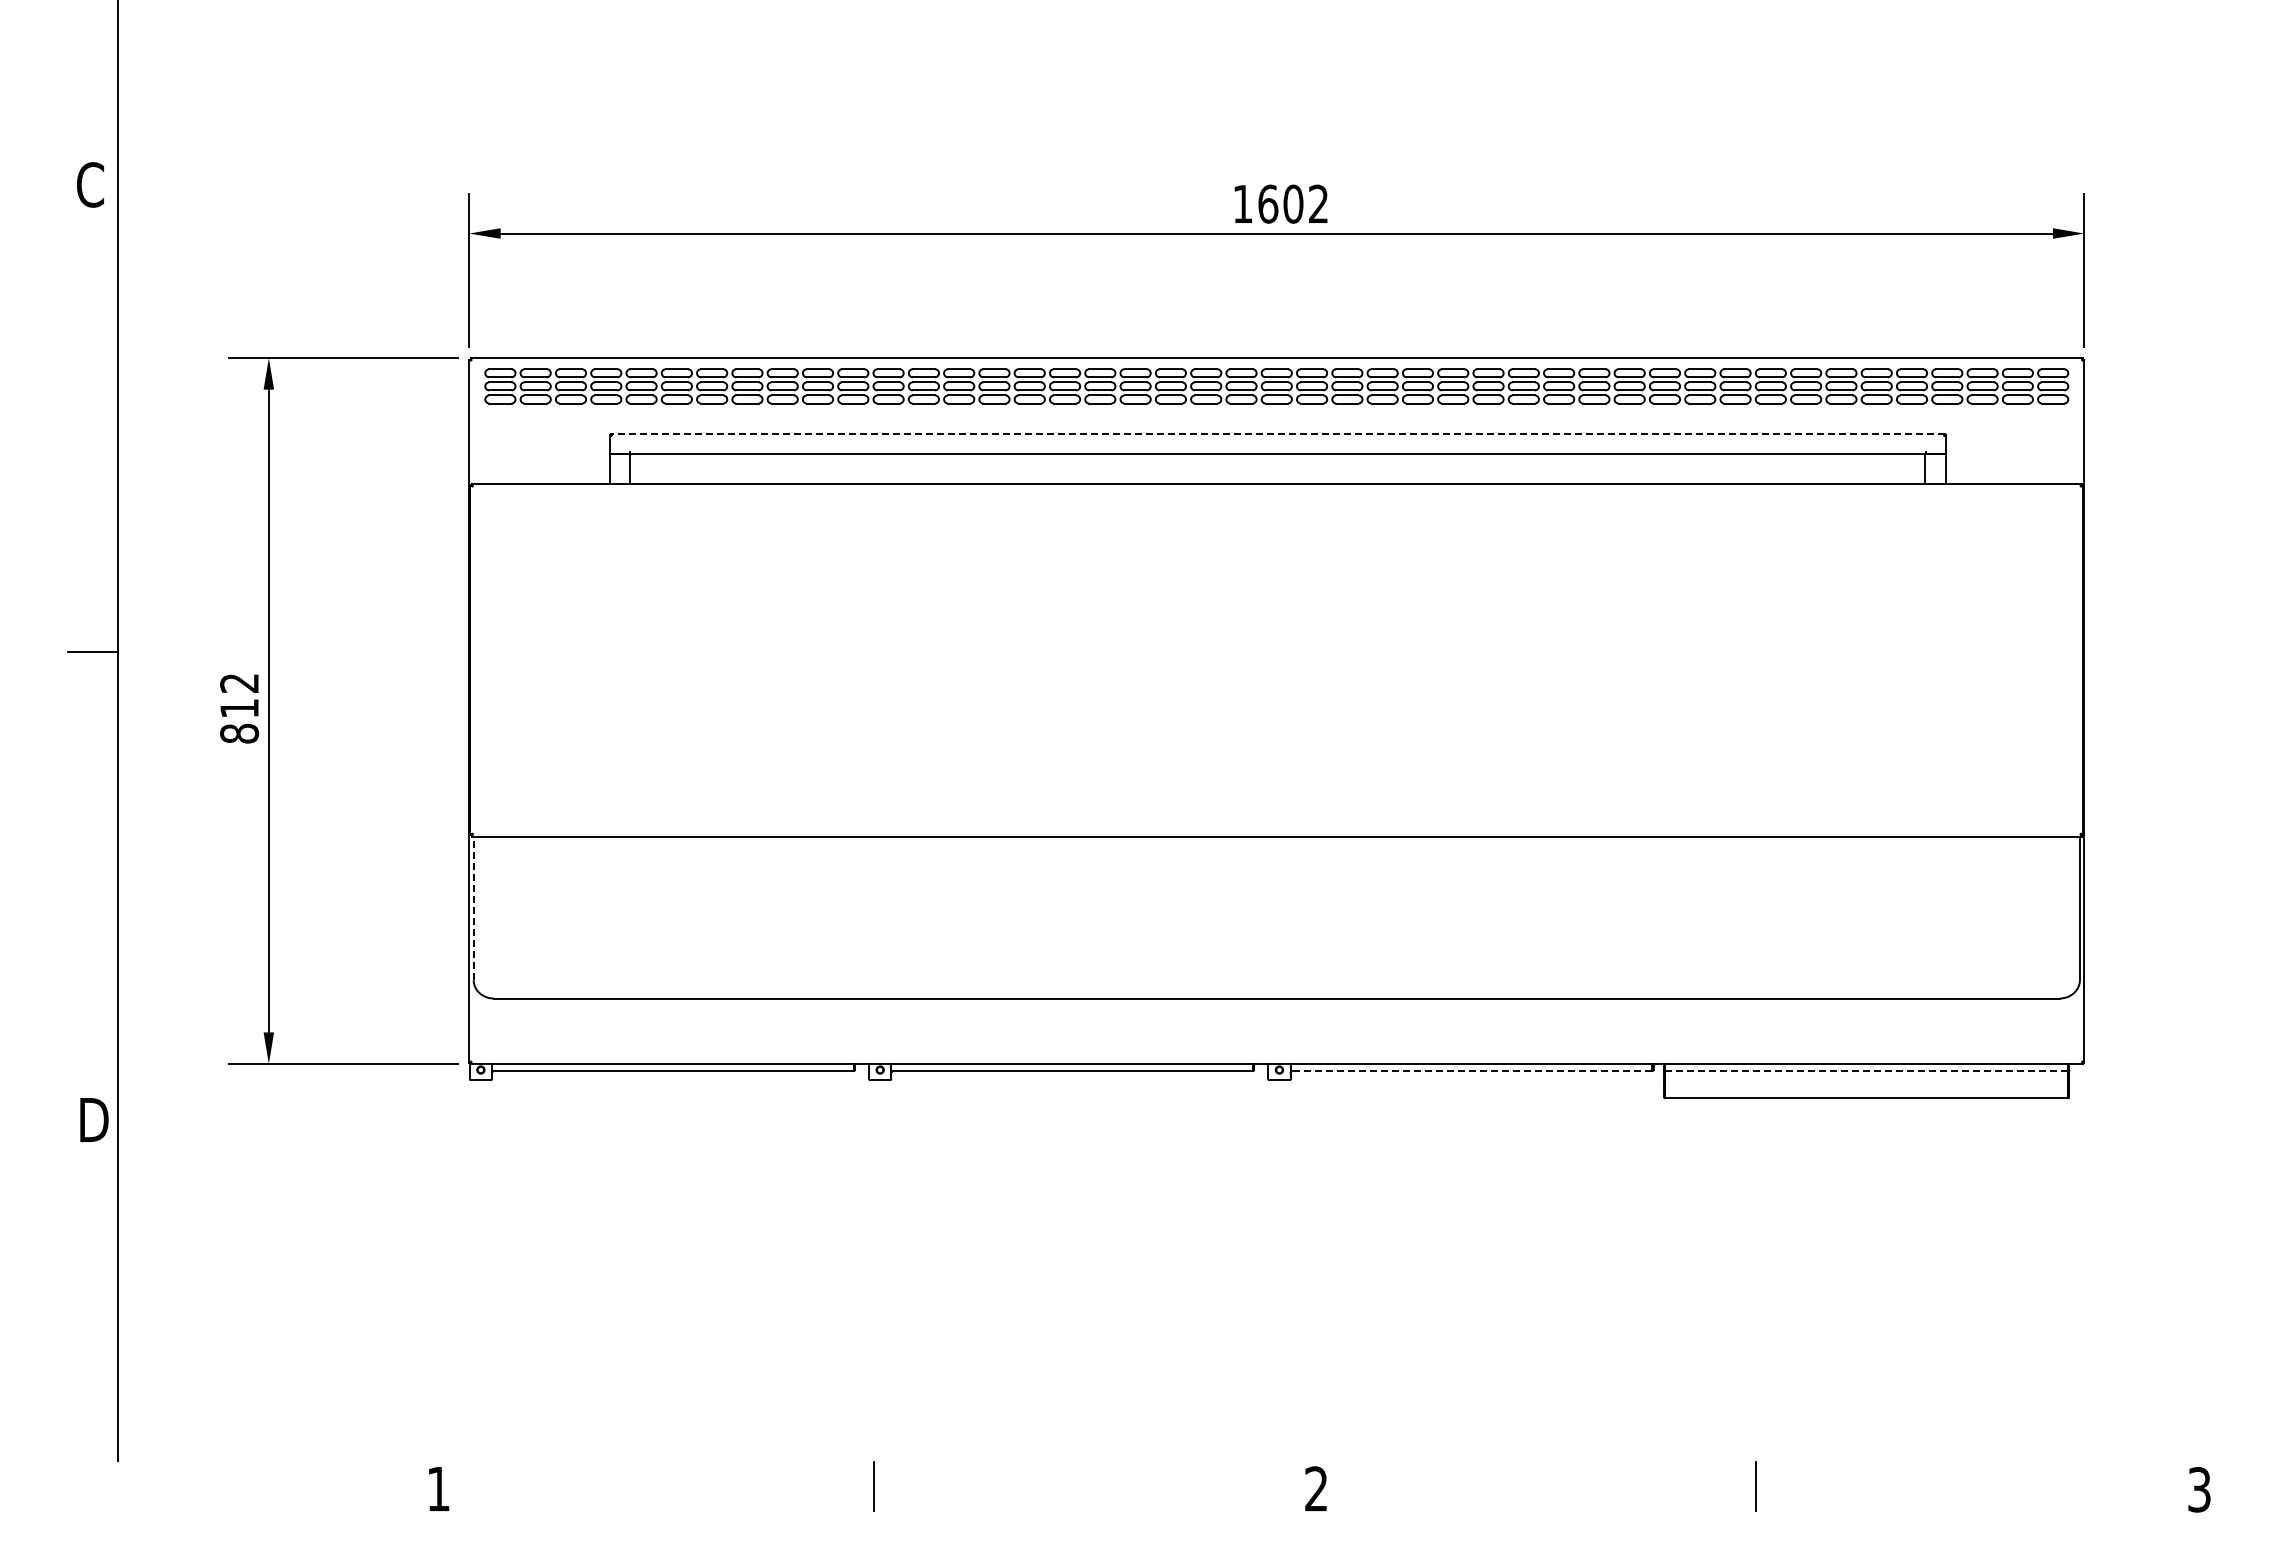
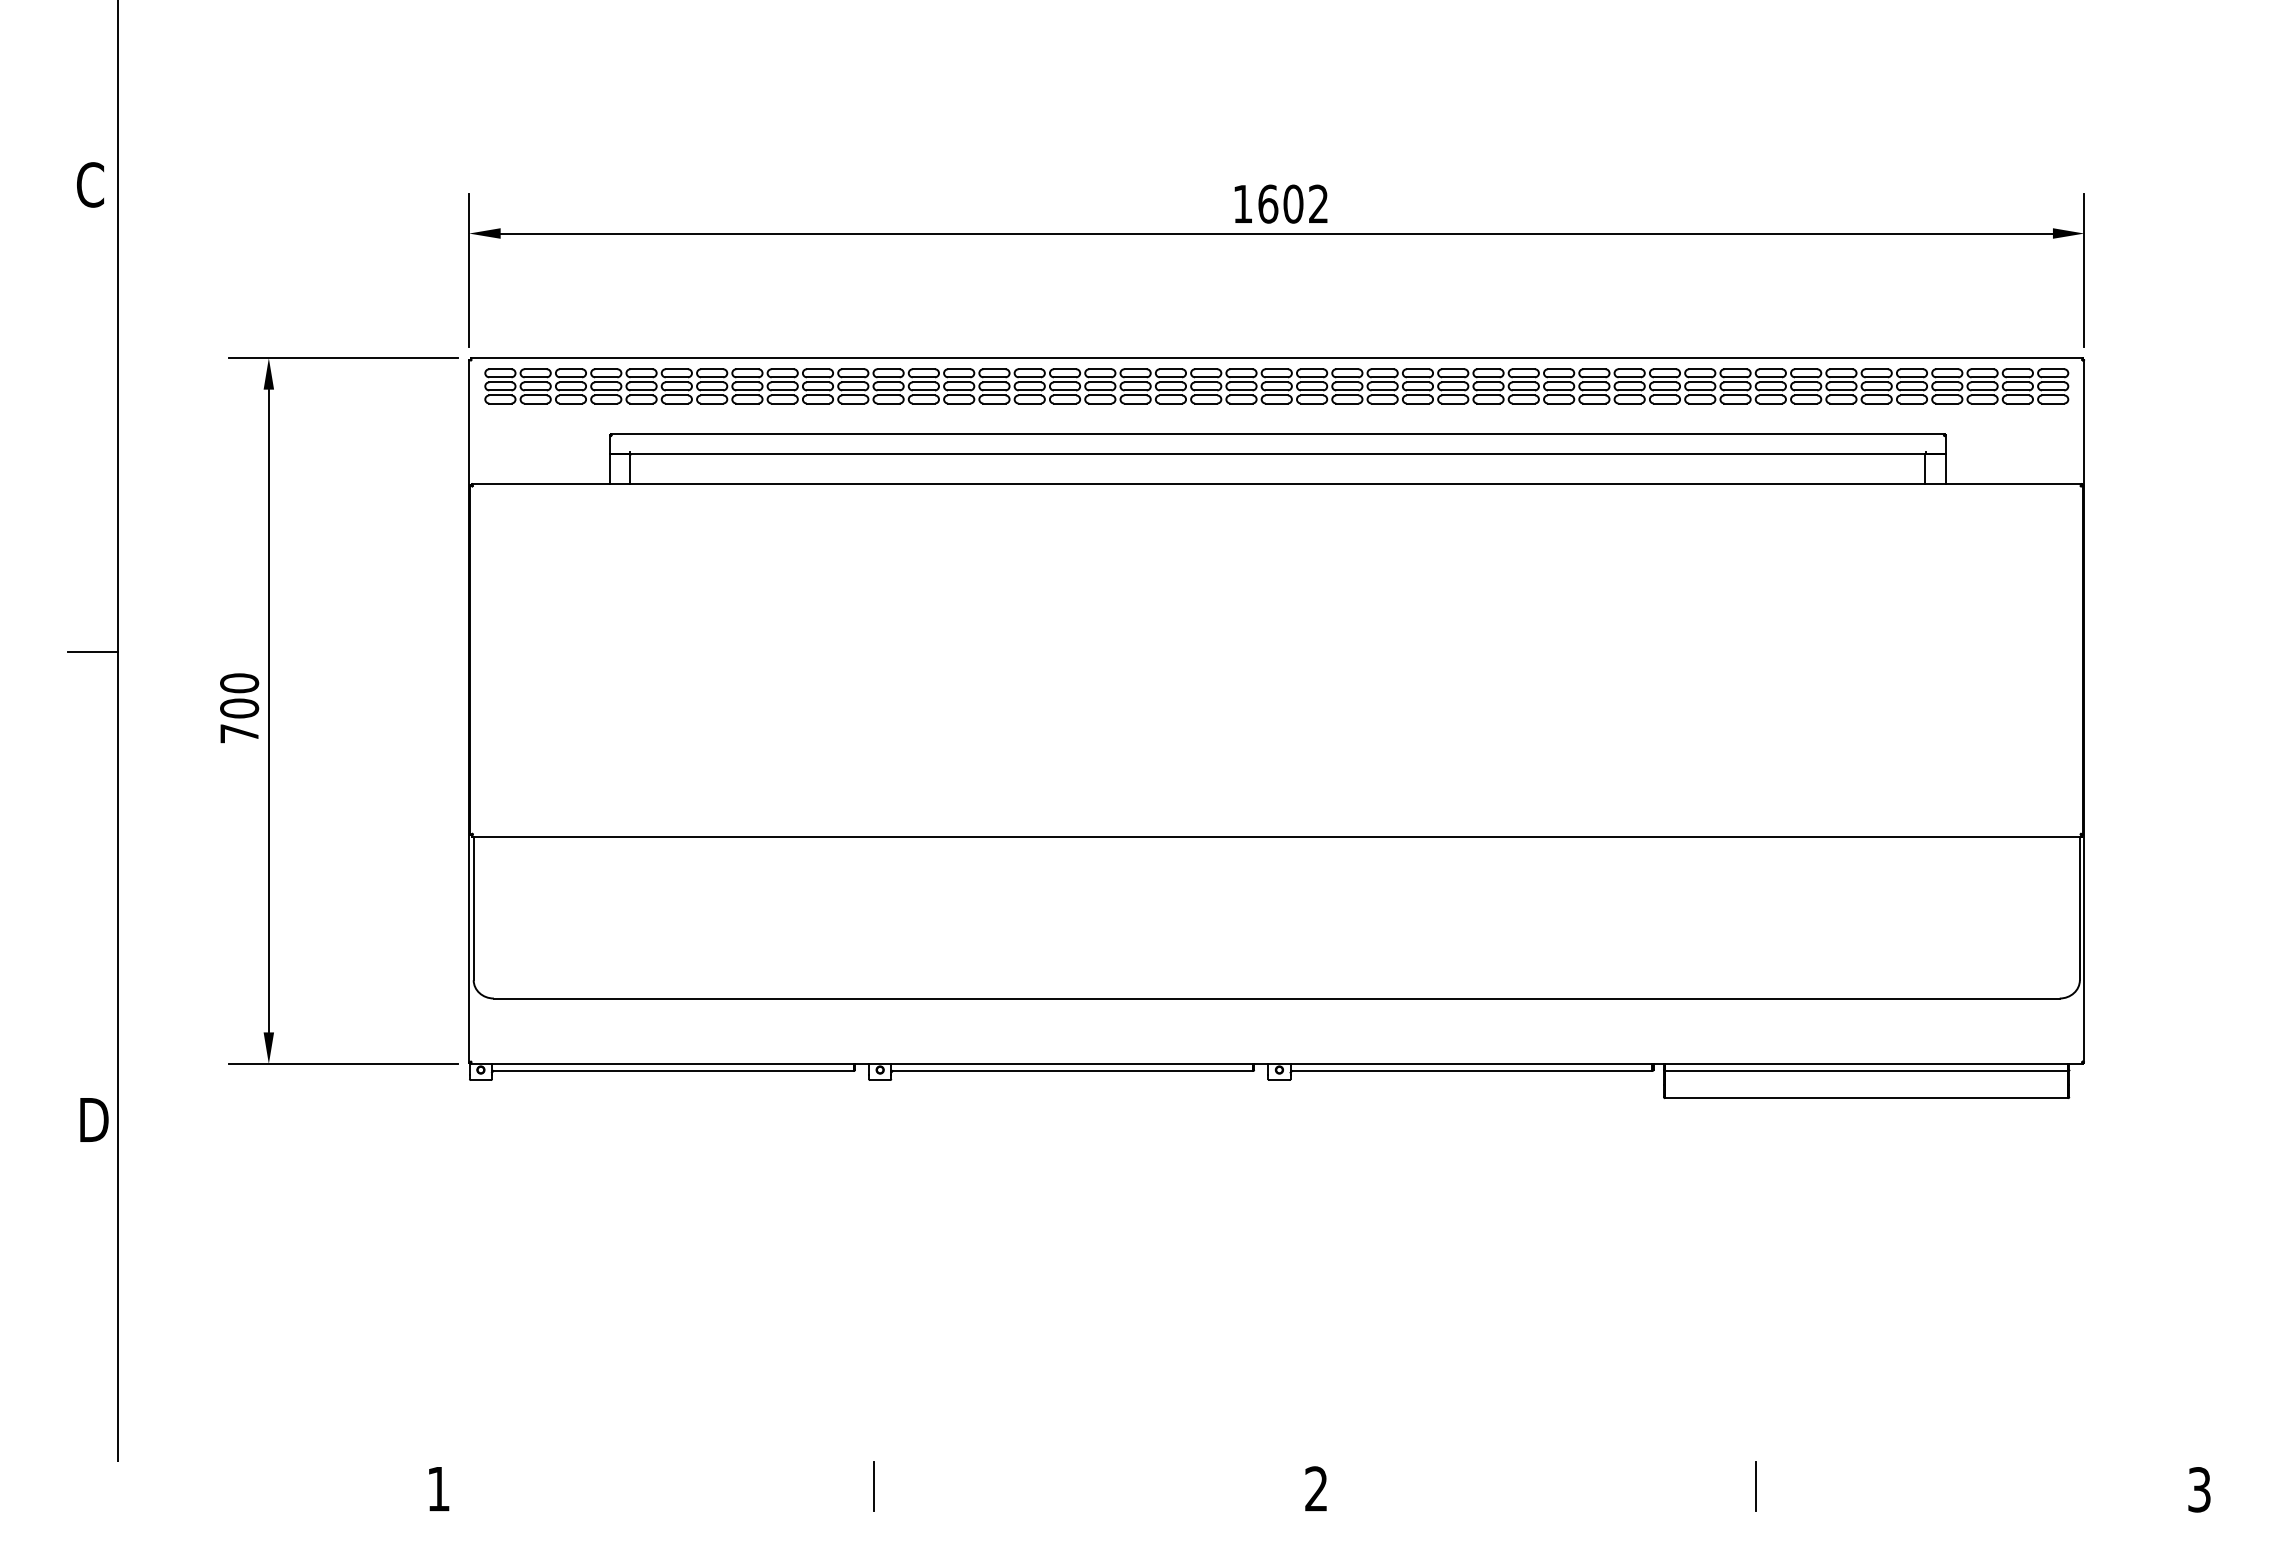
line at (1277, 434): dashed -> solid
text at (239, 708): 812 -> 700
line at (473, 908): dashed -> solid
line at (1471, 1071): dashed -> solid
line at (1866, 1071): dashed -> solid
